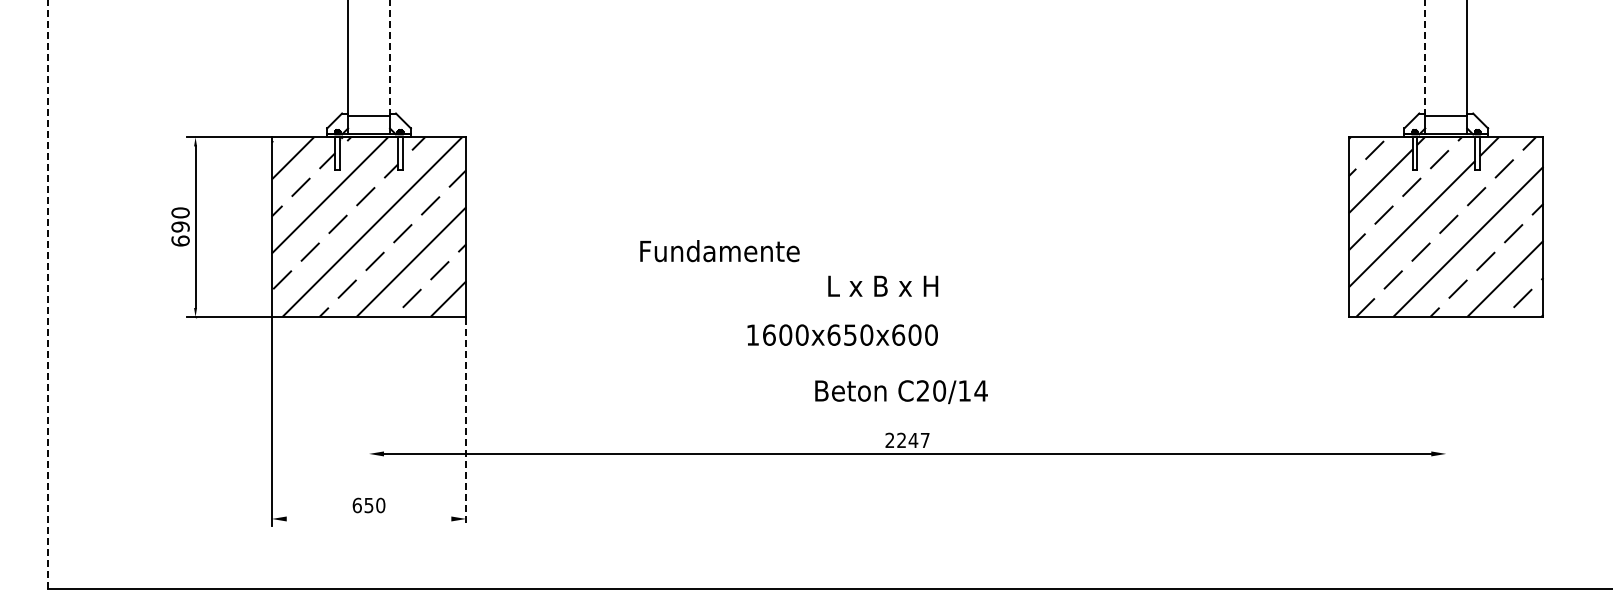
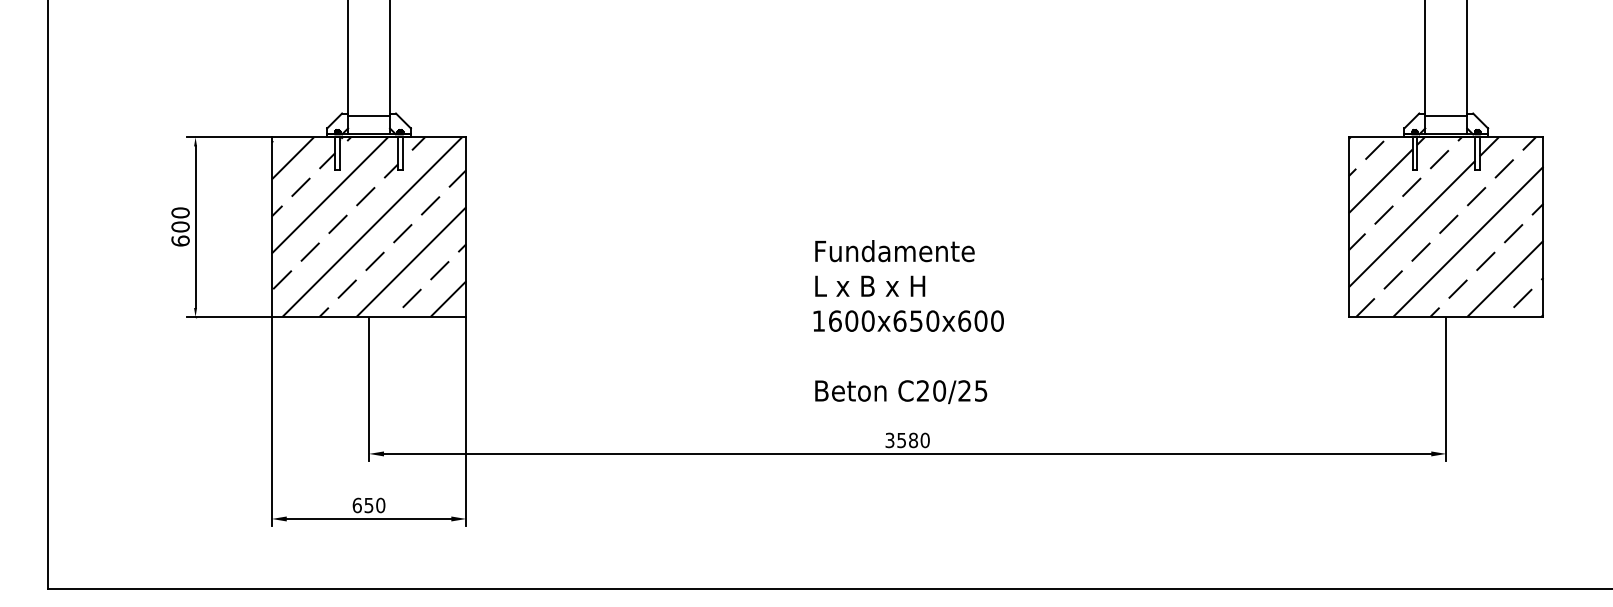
line at (390, 58): dashed -> solid
line at (1425, 58): dashed -> solid
text at (180, 226): 690 -> 600
text at (719, 251) position: (719, 251) -> (894, 251)
text at (883, 285) position: (883, 285) -> (870, 285)
line at (48, 293): dashed -> solid
text at (842, 334) position: (842, 334) -> (908, 320)
line at (369, 389): none -> present
line at (1446, 389): none -> present
text at (972, 390): C20/14 -> C20/25
line at (466, 422): dashed -> solid
text at (907, 440): 2247 -> 3580
line at (368, 518): none -> present
